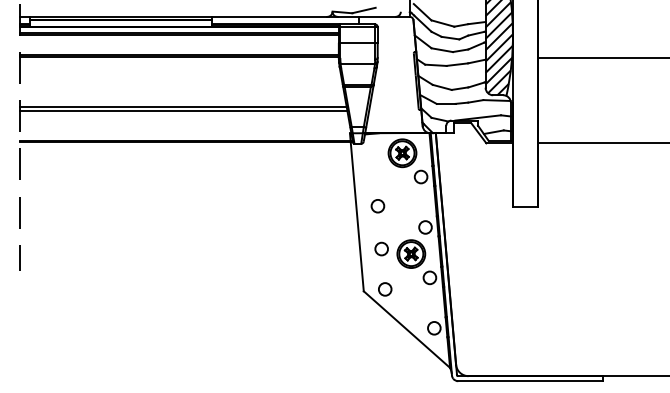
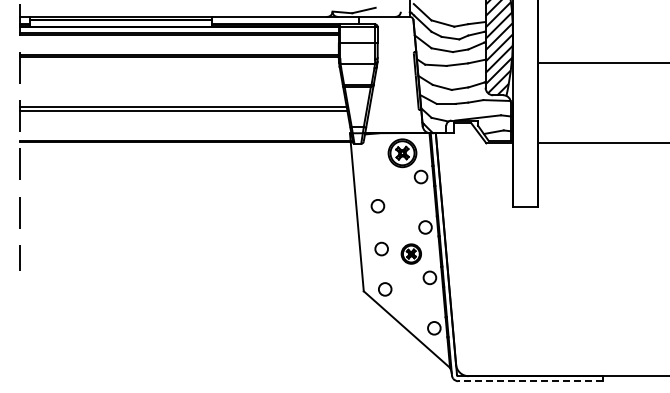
line at (602, 57) position: (602, 57) -> (602, 62)
part at (411, 253) size: 31x30 px -> 22x22 px
line at (530, 381): solid -> dashed
